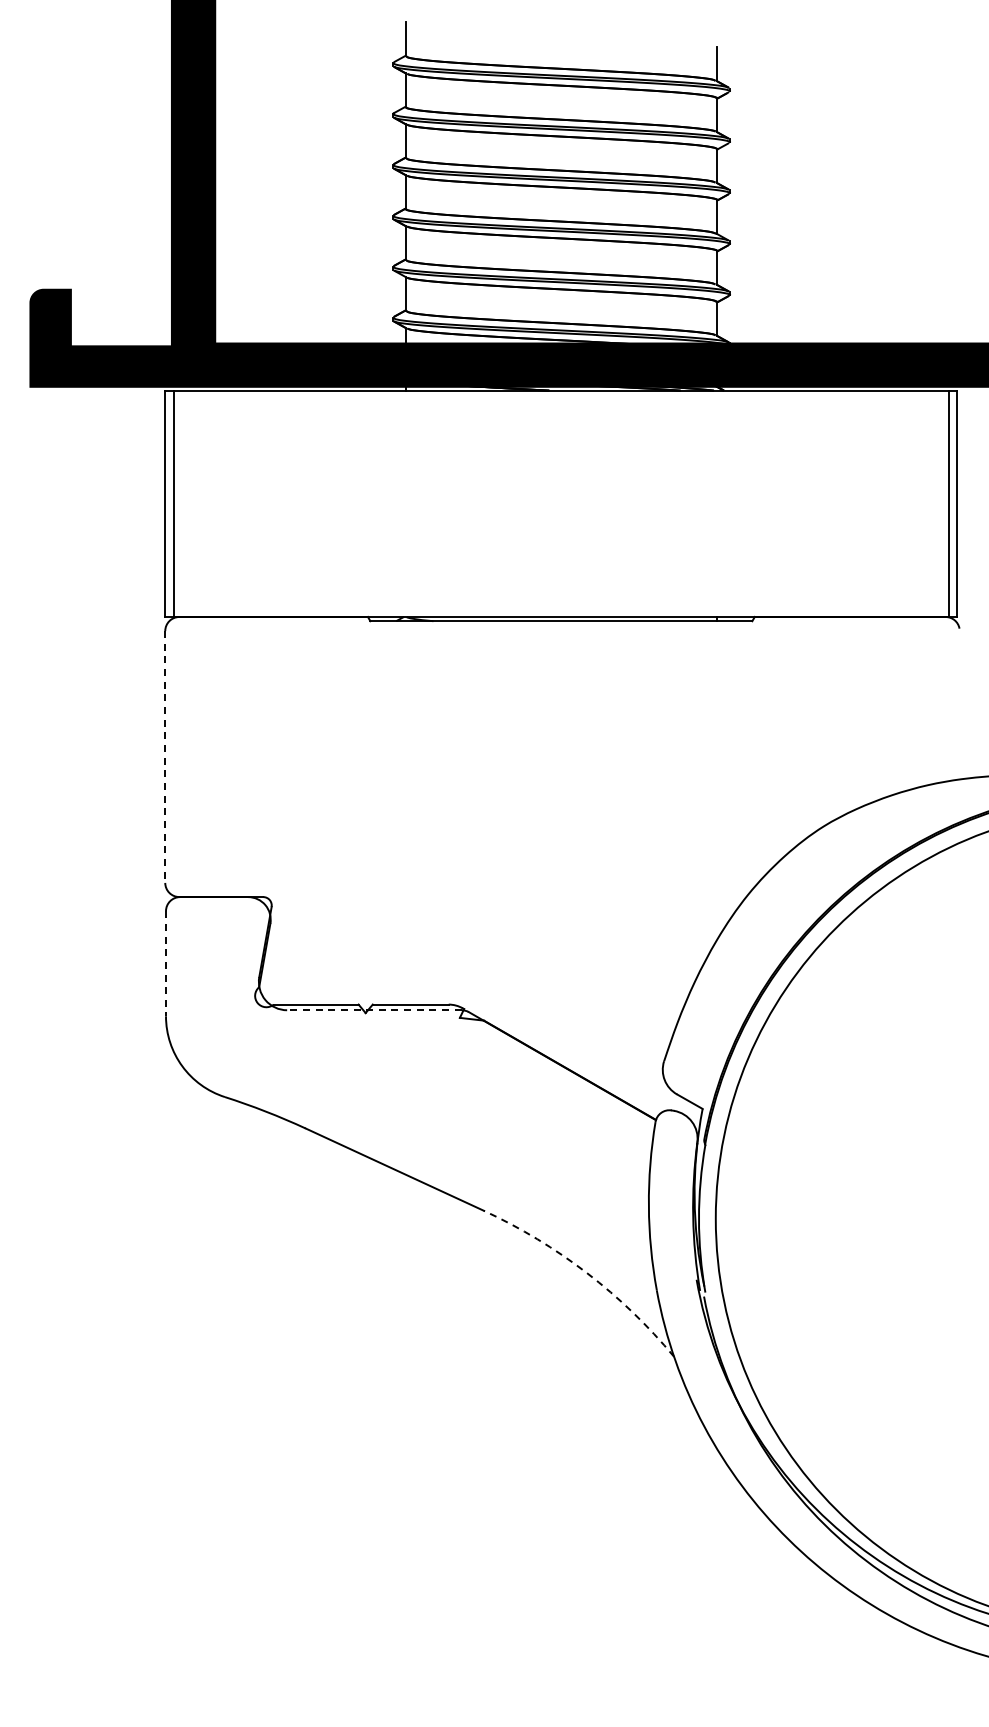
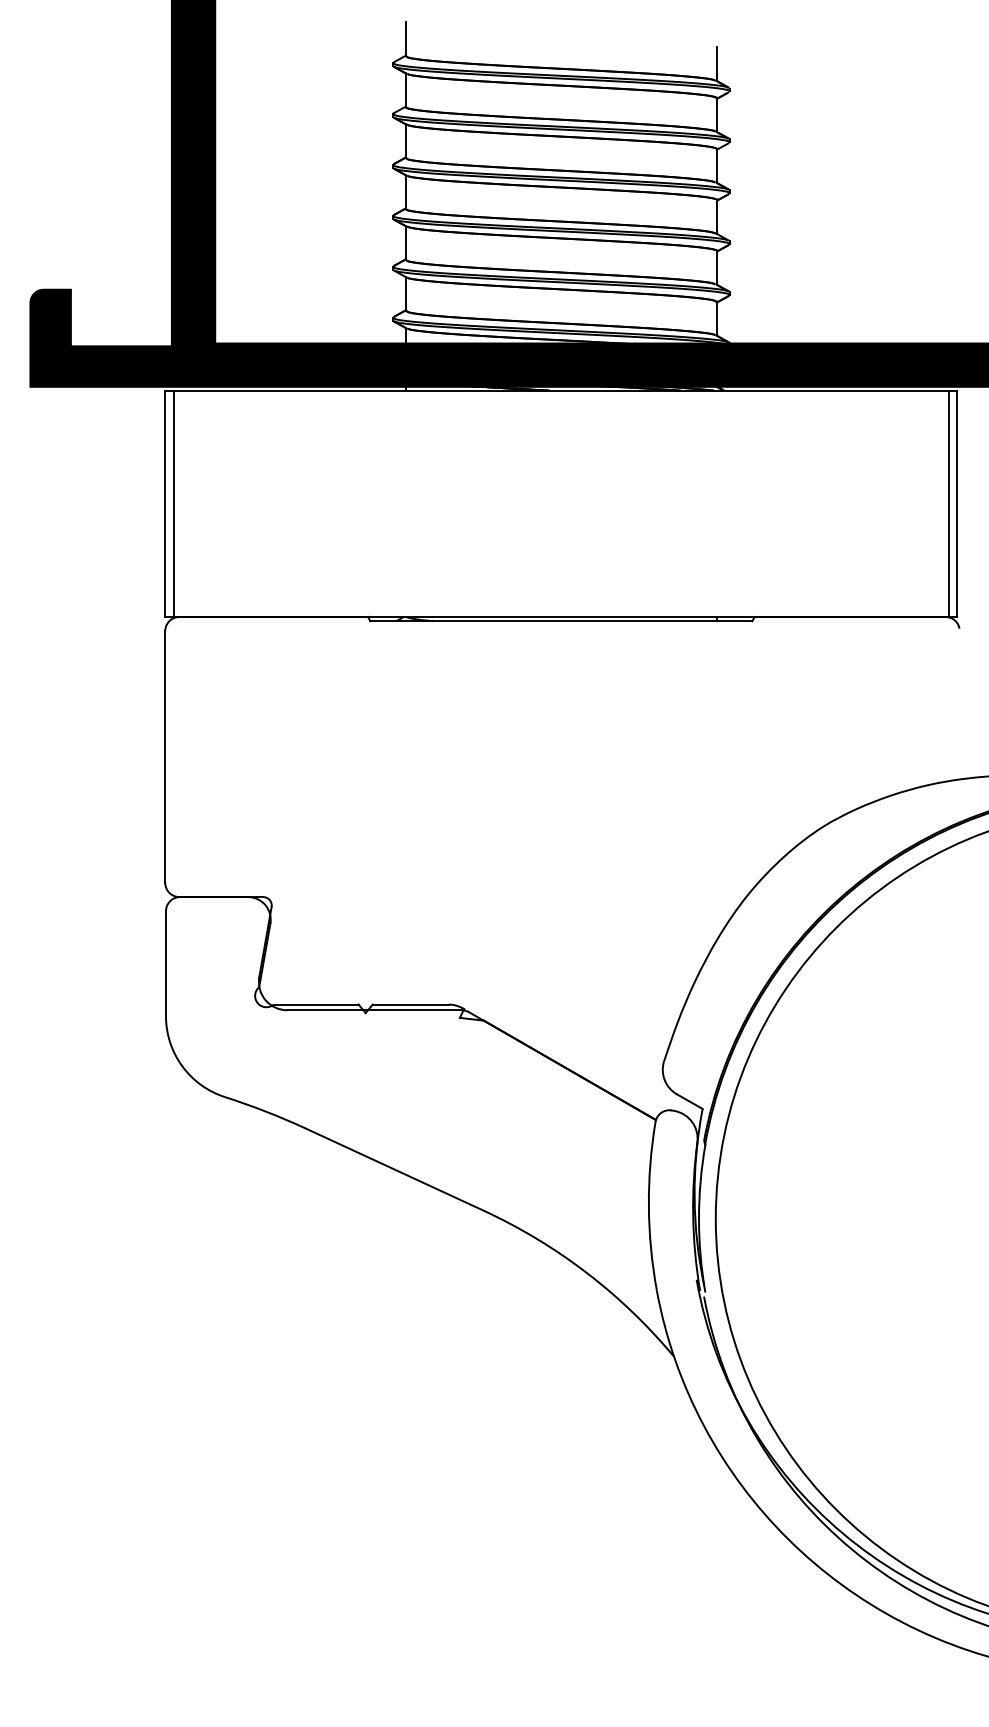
line at (165, 757): dashed -> solid
line at (166, 963): dashed -> solid
line at (373, 1010): dashed -> solid
arc at (587, 1273): dashed -> solid
